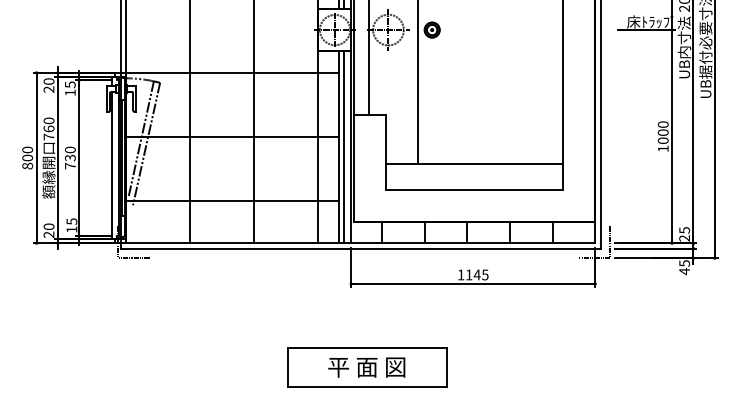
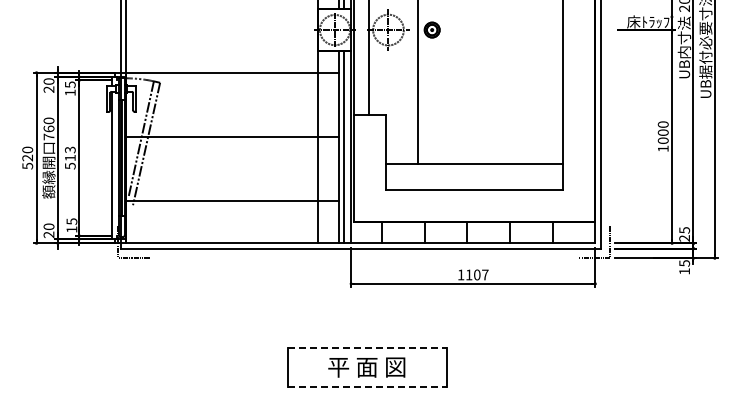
line at (190, 122): present -> none
line at (254, 122): present -> none
text at (69, 157): 730 -> 513
text at (27, 161): 800 -> 520
text at (684, 271): 45 -> 15
text at (480, 274): 1145 -> 1107
line at (367, 347): solid -> dashed
line at (367, 387): solid -> dashed
